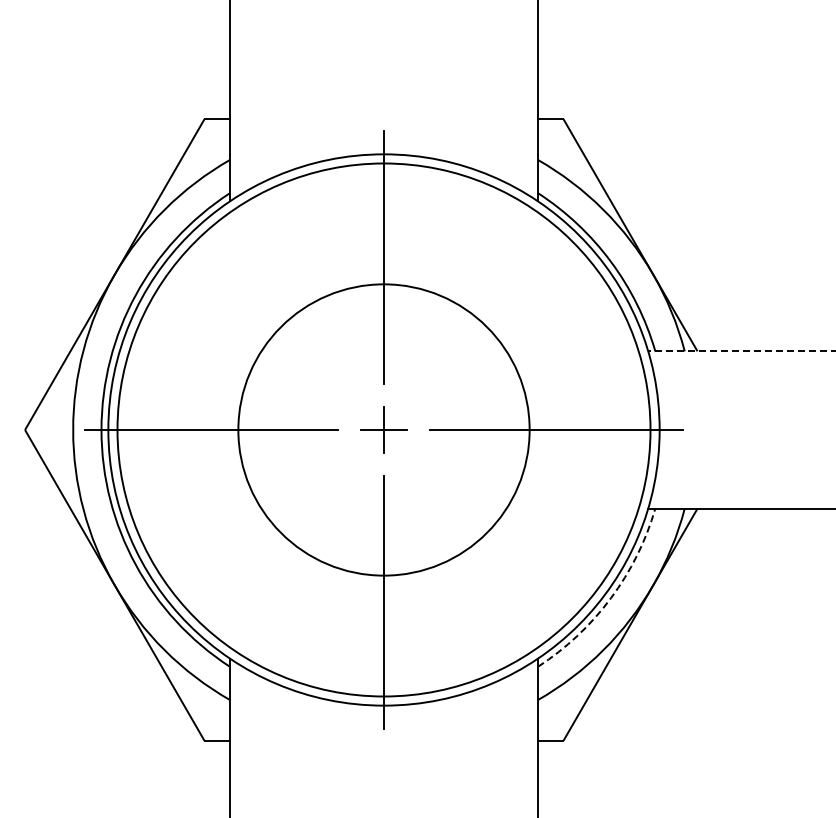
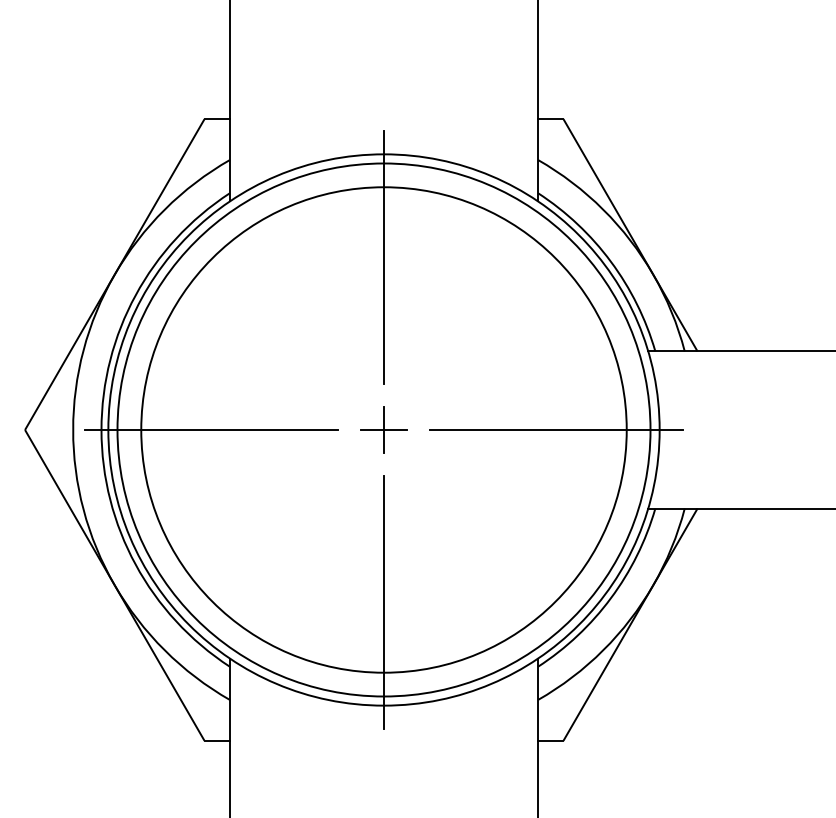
line at (742, 351): dashed -> solid
circle at (383, 429) diameter: 291 px -> 485 px
arc at (610, 598): dashed -> solid
